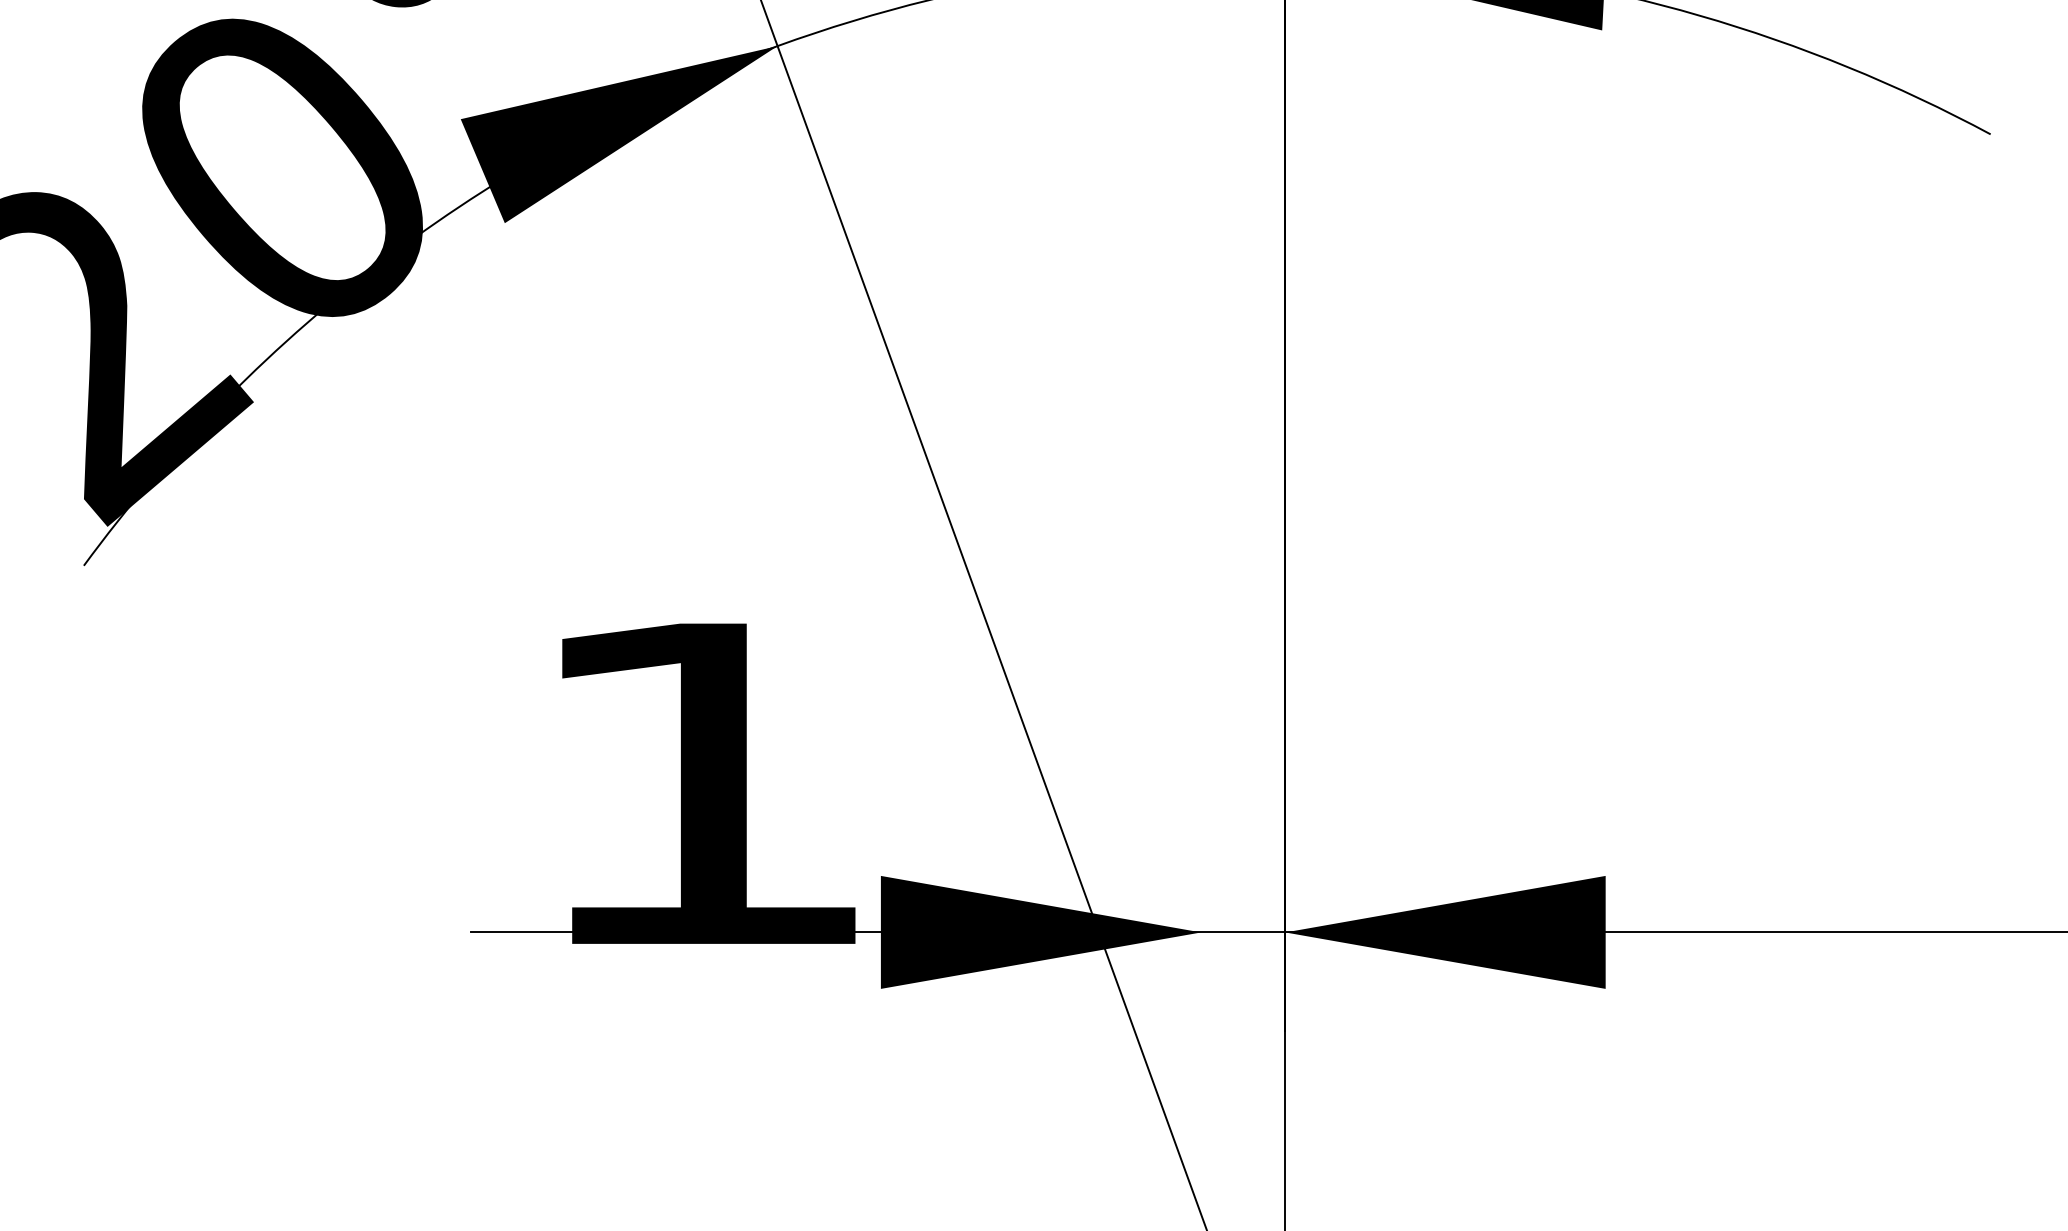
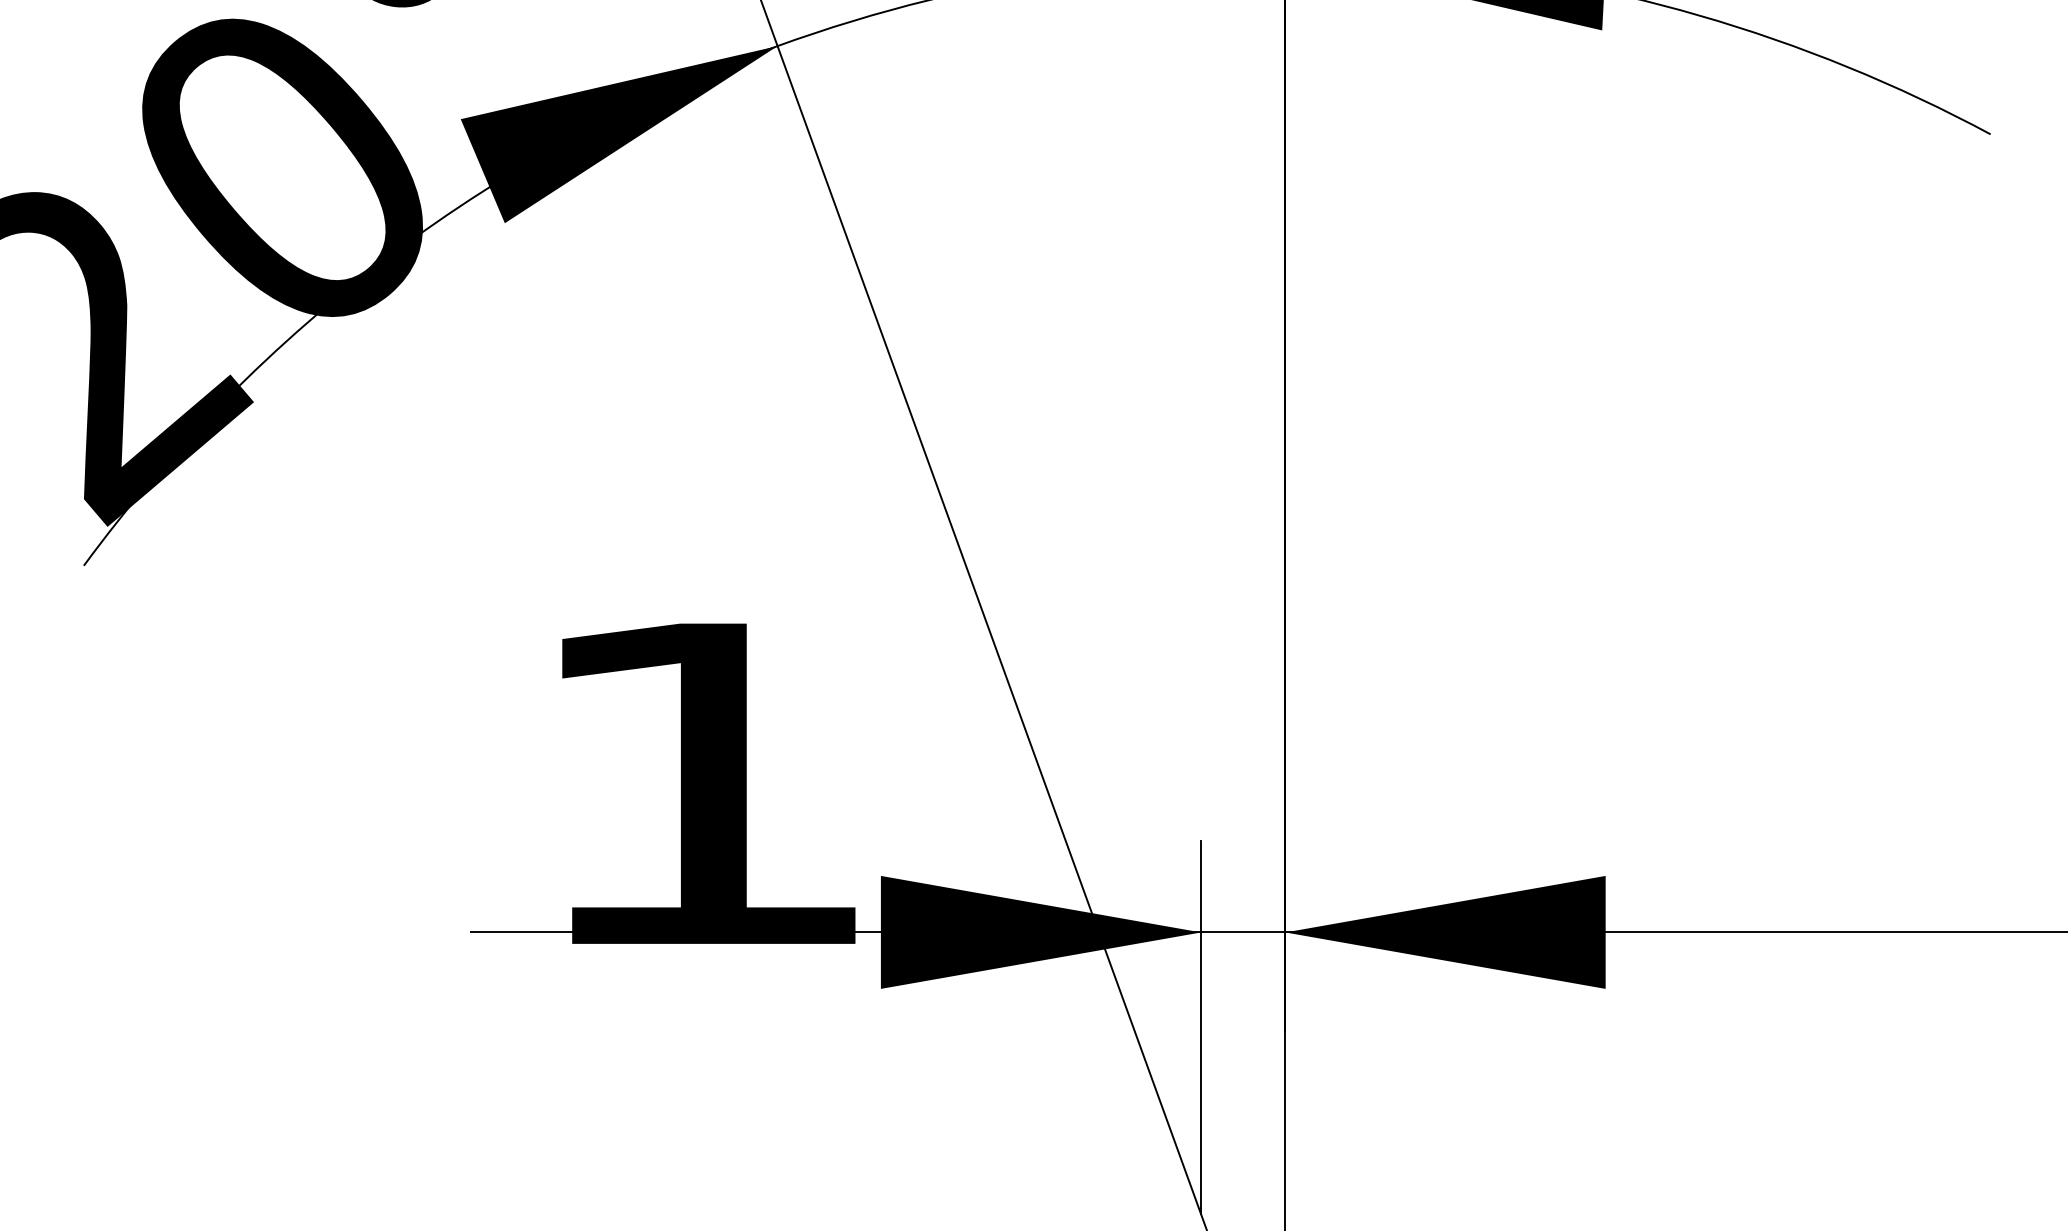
line at (1201, 1026): none -> present
